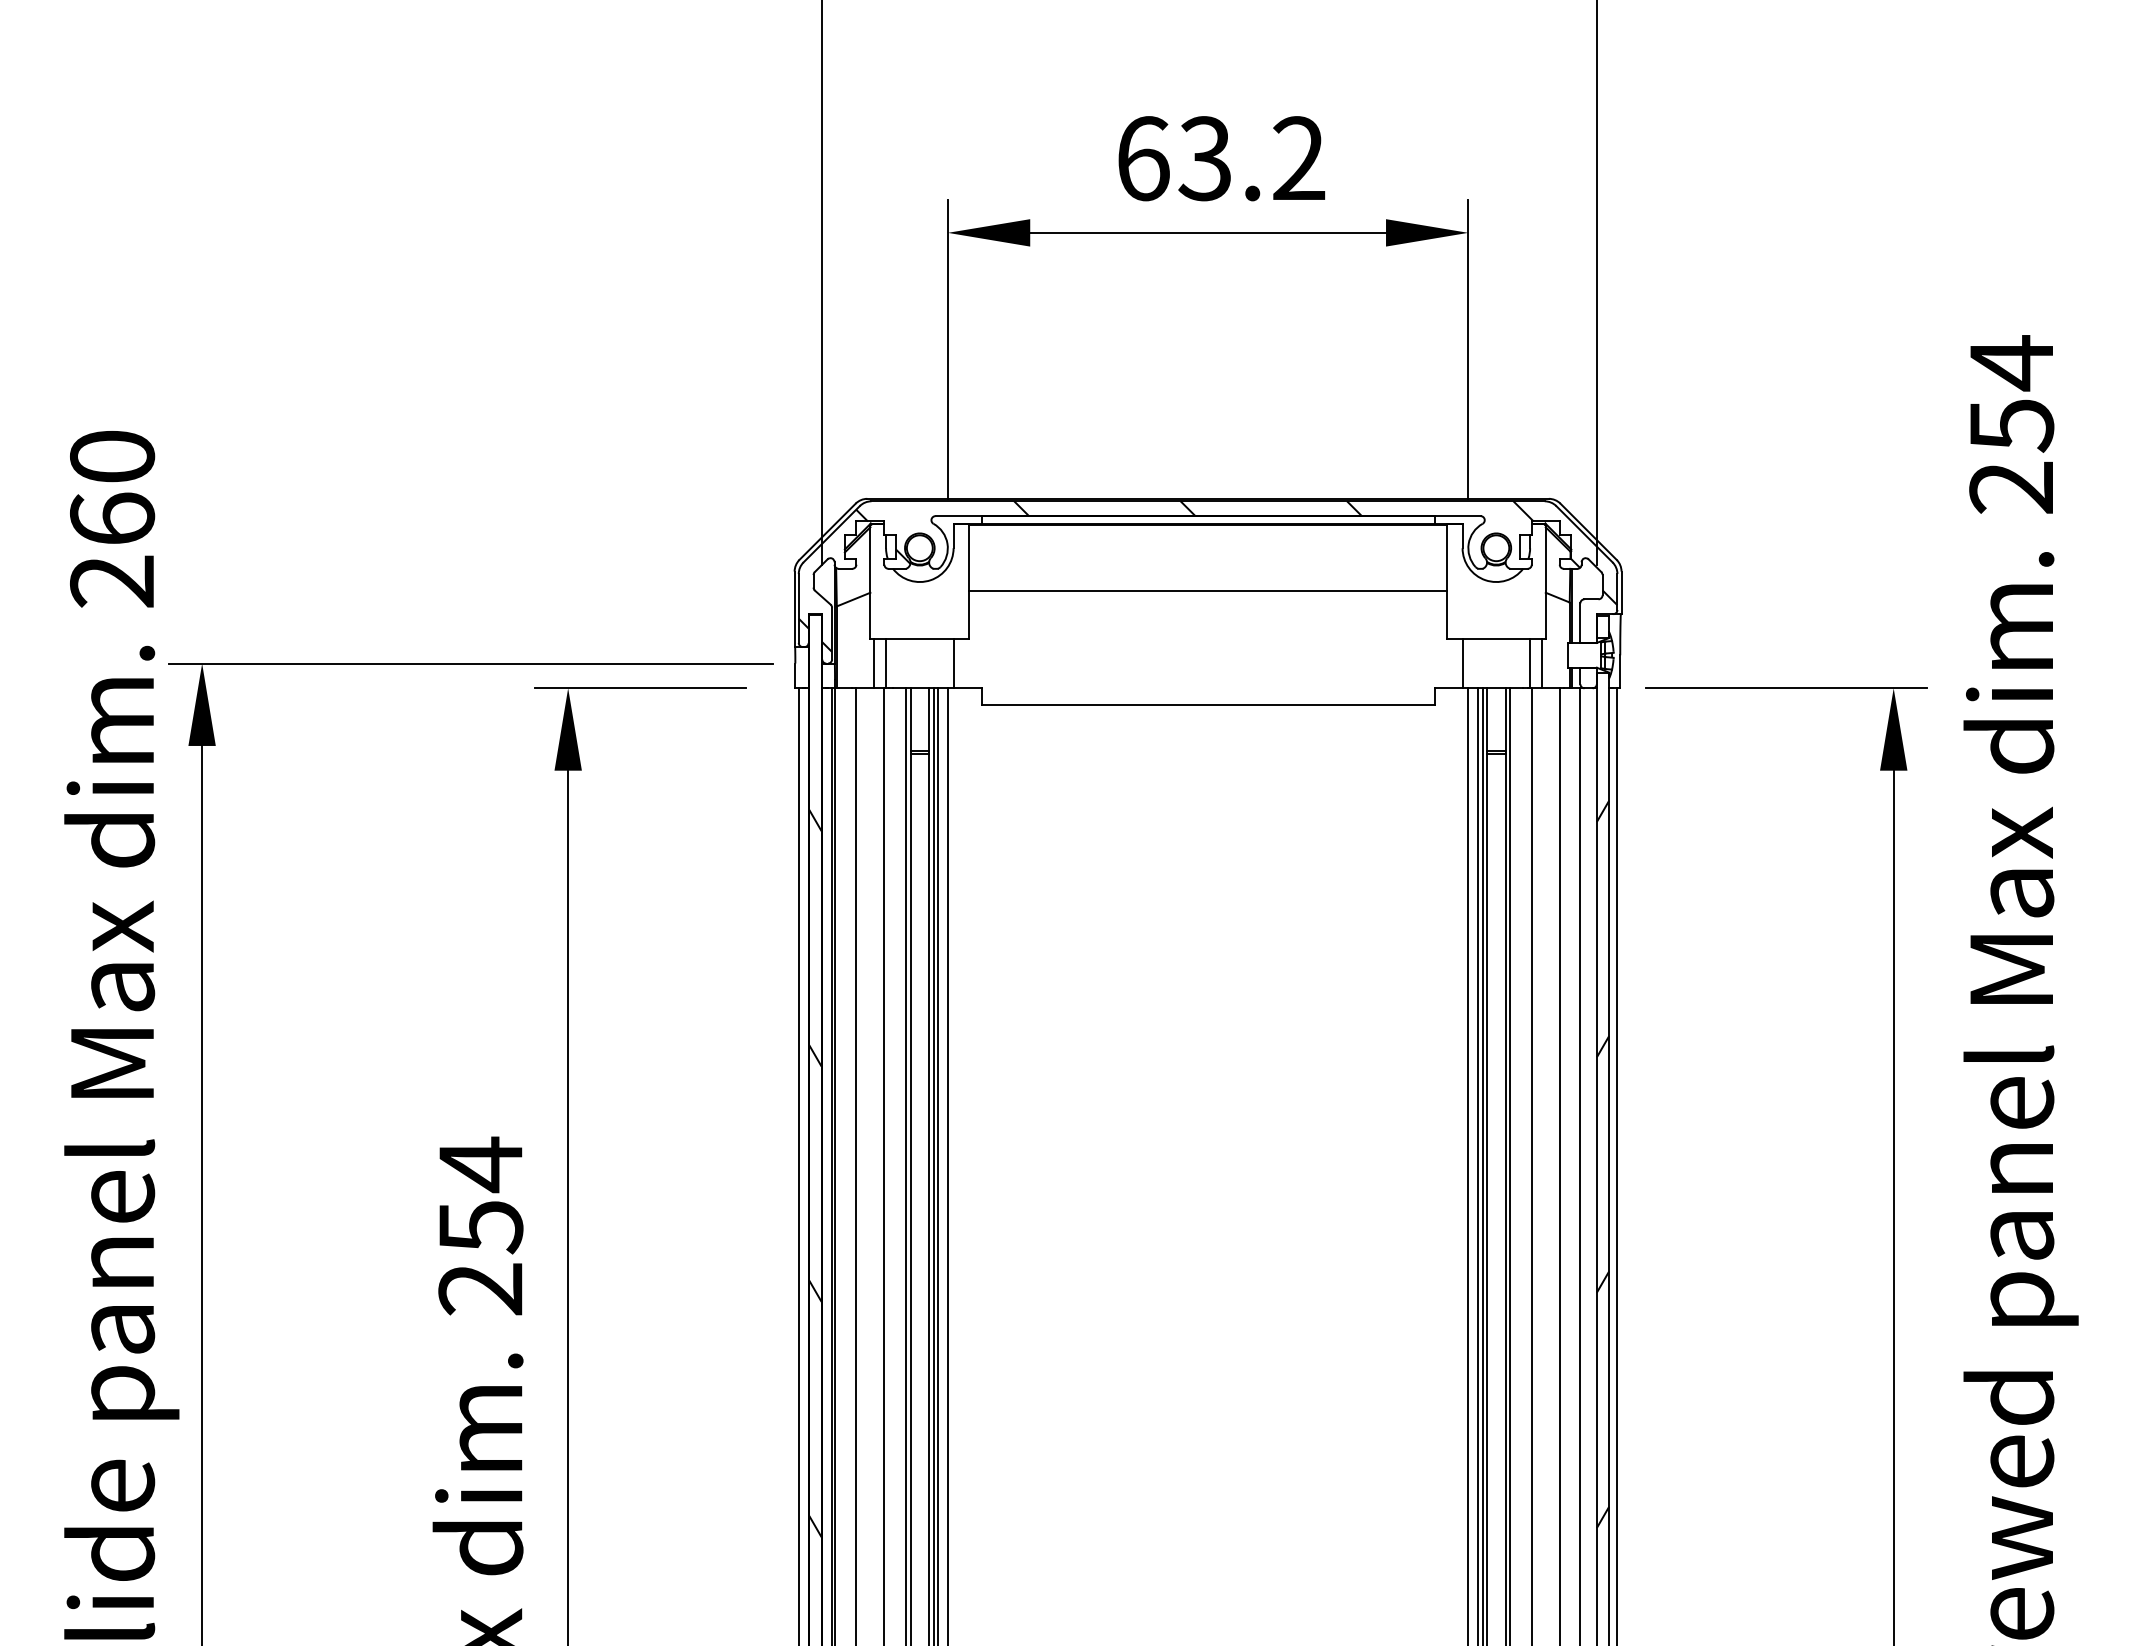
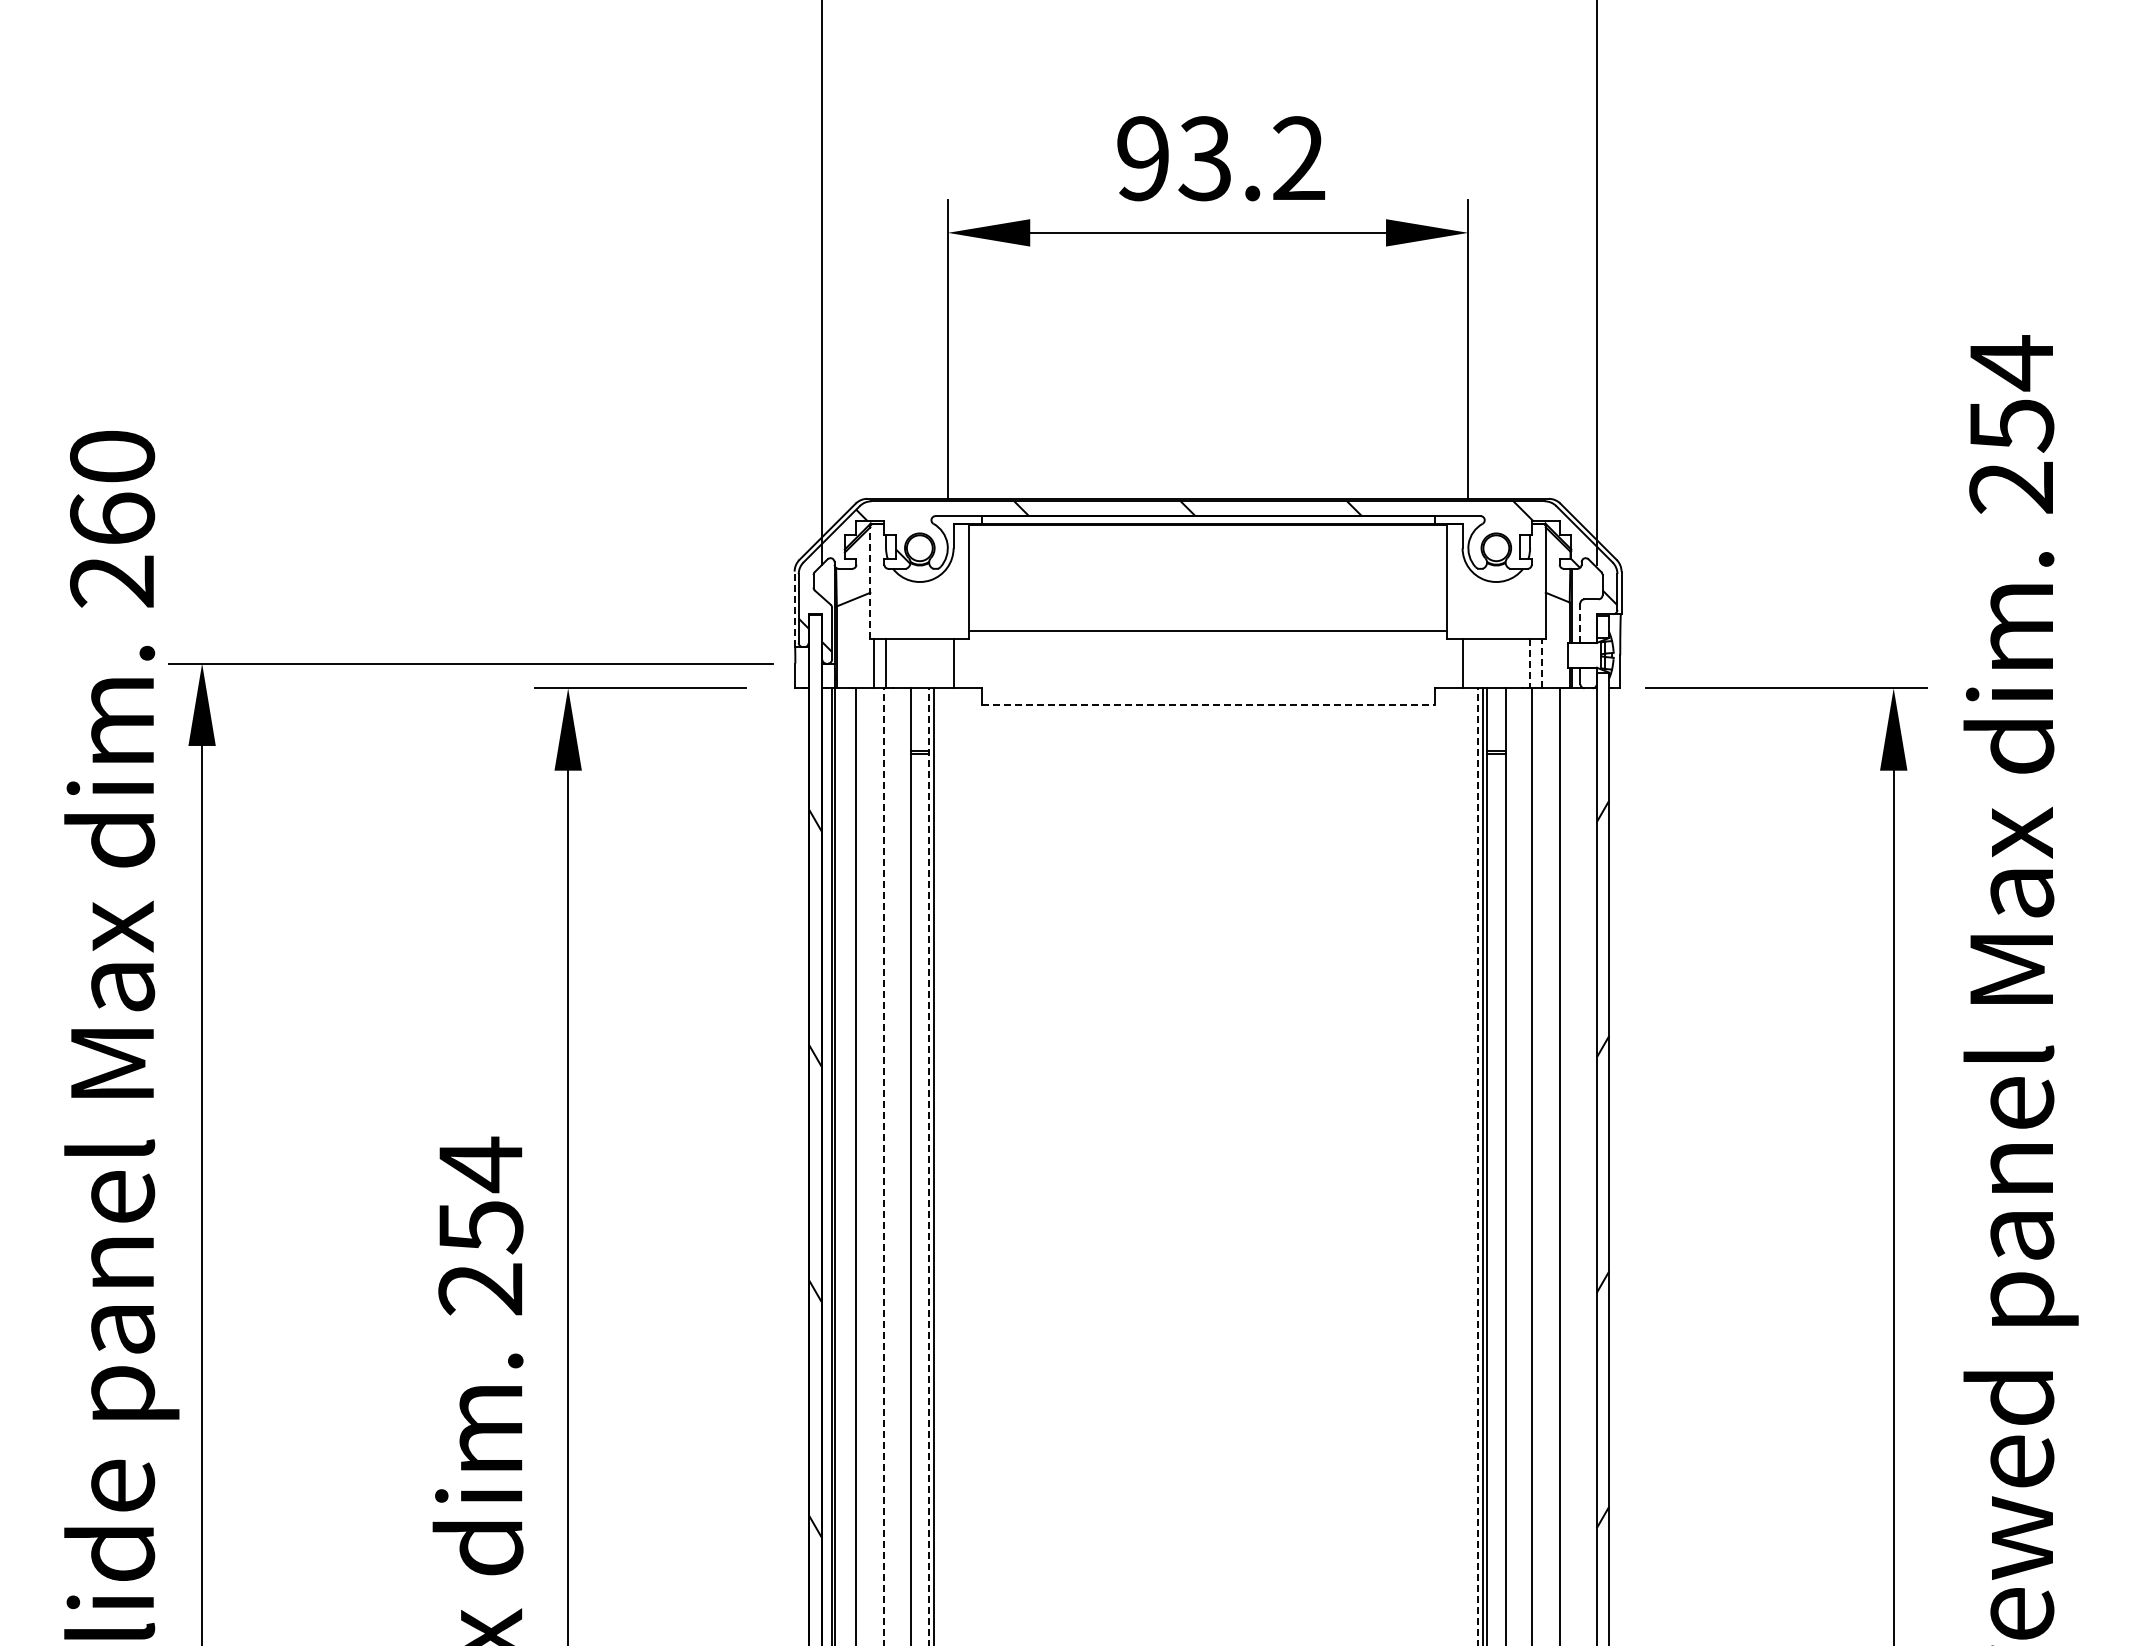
text at (1143, 158): 63.2 -> 93.2
line at (870, 582): solid -> dashed
line at (1207, 591) position: (1207, 591) -> (1207, 631)
line at (794, 609): solid -> dashed
line at (1580, 623): solid -> dashed
line at (1530, 663): solid -> dashed
line at (1542, 663): solid -> dashed
line at (1208, 704): solid -> dashed
line at (798, 1165): present -> none
line at (906, 1165): present -> none
line at (937, 1165): present -> none
line at (947, 1165): present -> none
line at (1468, 1165): present -> none
line at (1510, 1165): present -> none
line at (1580, 1165): present -> none
line at (1617, 1165): present -> none
line at (884, 1166): solid -> dashed
line at (929, 1166): solid -> dashed
line at (1478, 1166): solid -> dashed
